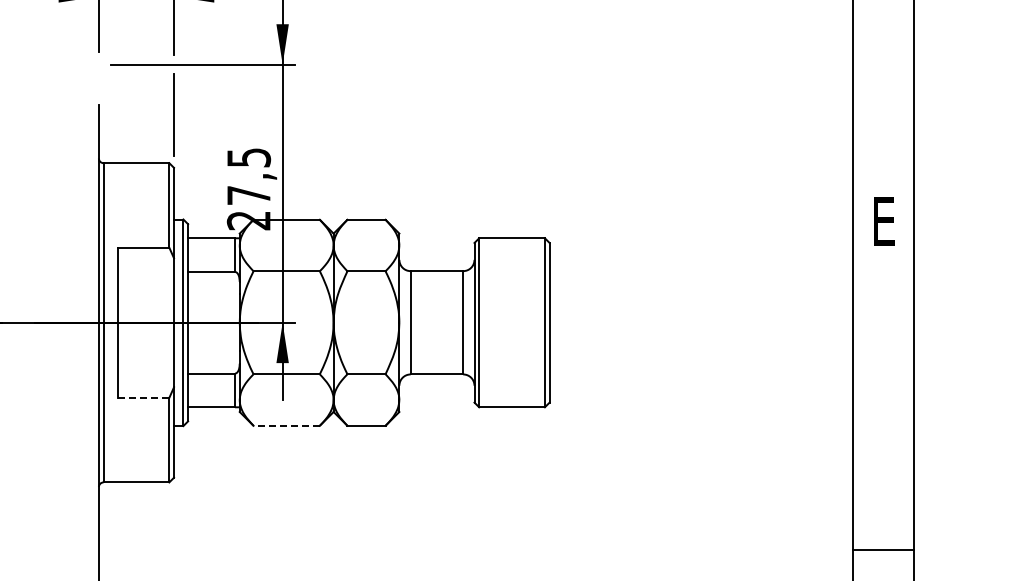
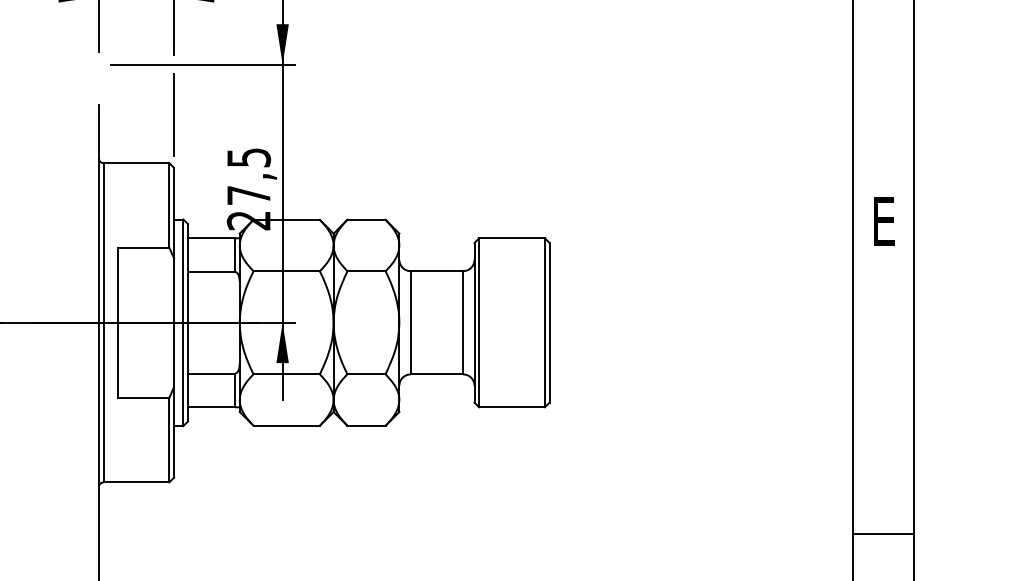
line at (143, 397): dashed -> solid
line at (286, 425): dashed -> solid
line at (882, 549) position: (882, 549) -> (882, 533)
